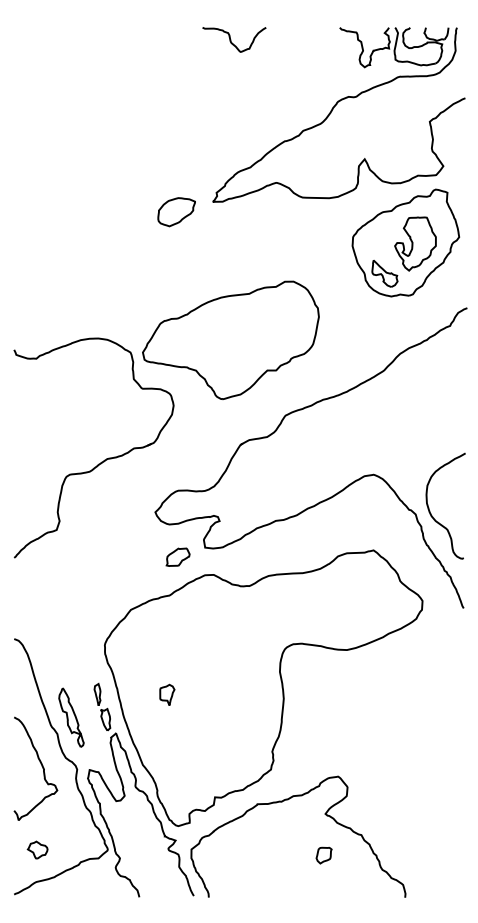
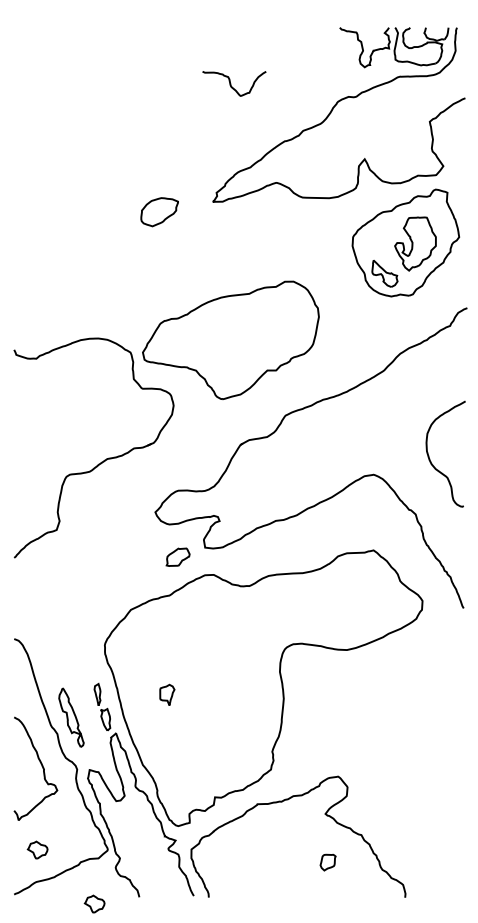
curve at (231, 39) position: (231, 39) -> (231, 83)
part at (176, 212) position: (176, 212) -> (159, 212)
curve at (429, 507) position: (429, 507) -> (429, 455)
part at (323, 855) position: (323, 855) -> (327, 862)
part at (94, 903): none -> present
